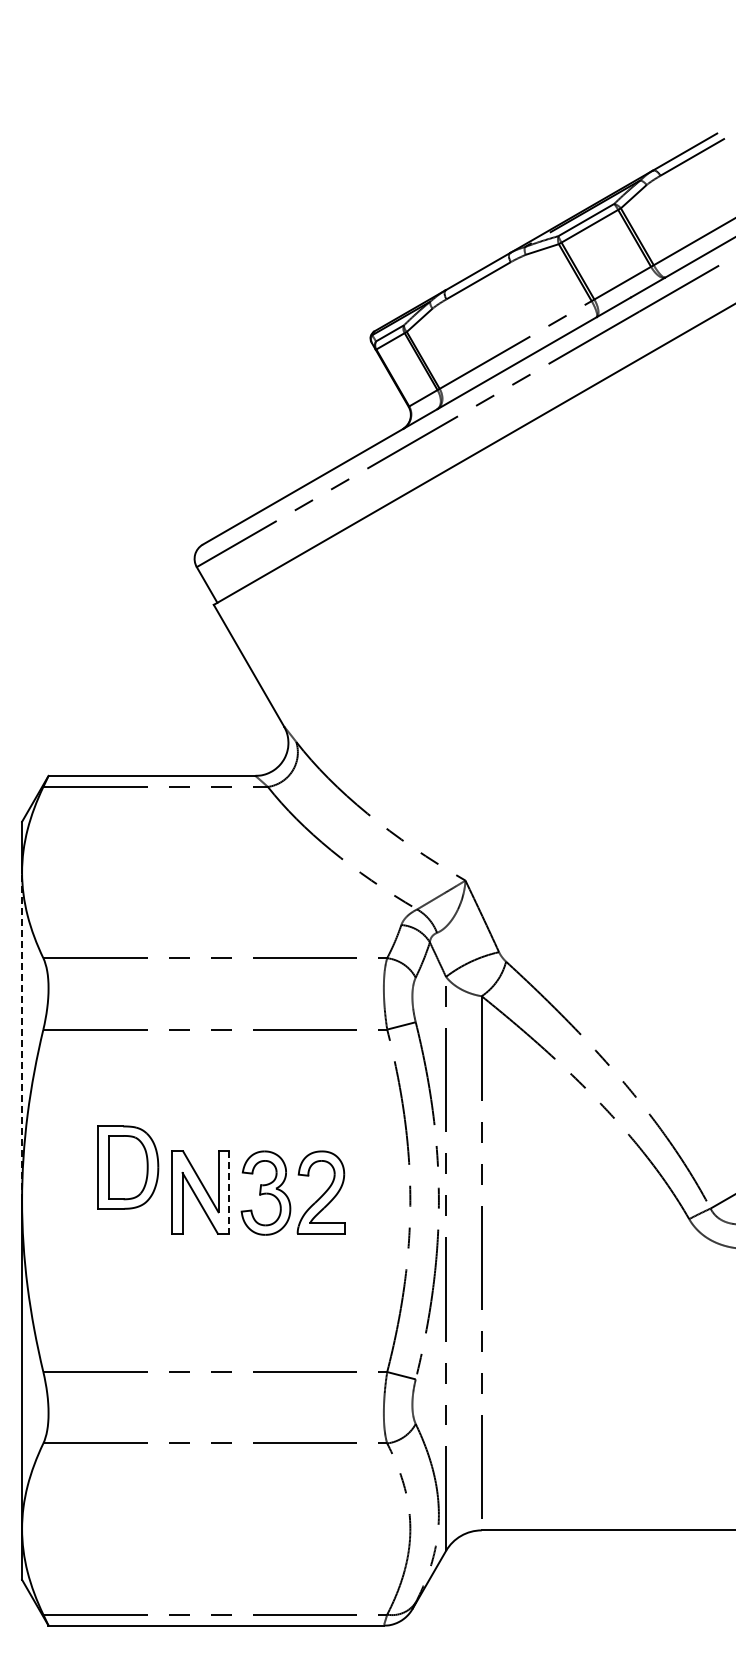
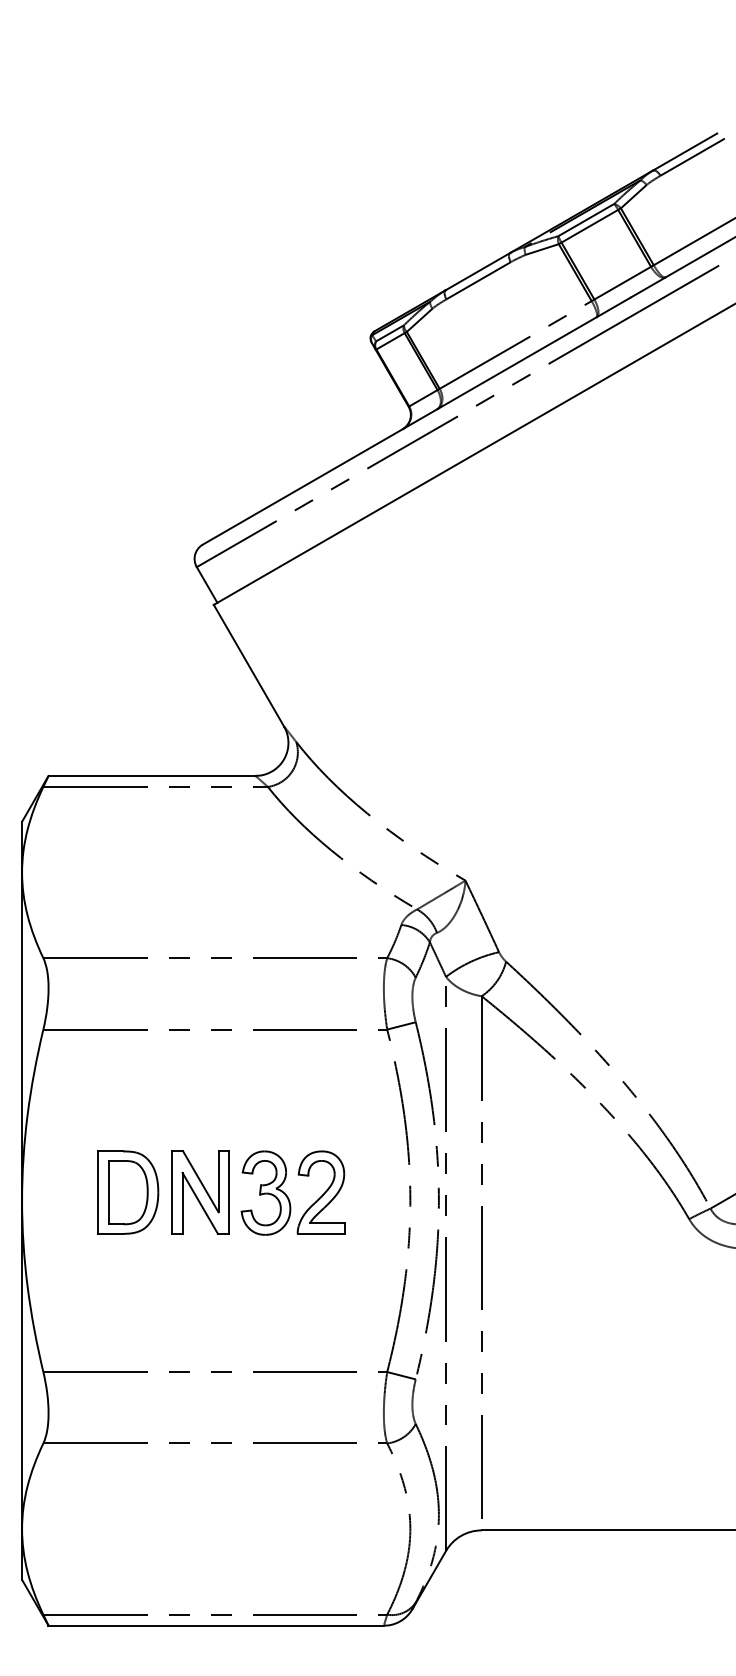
line at (22, 1036): dashed -> solid
part at (128, 1167) position: (128, 1167) -> (128, 1192)
line at (229, 1193): dashed -> solid
